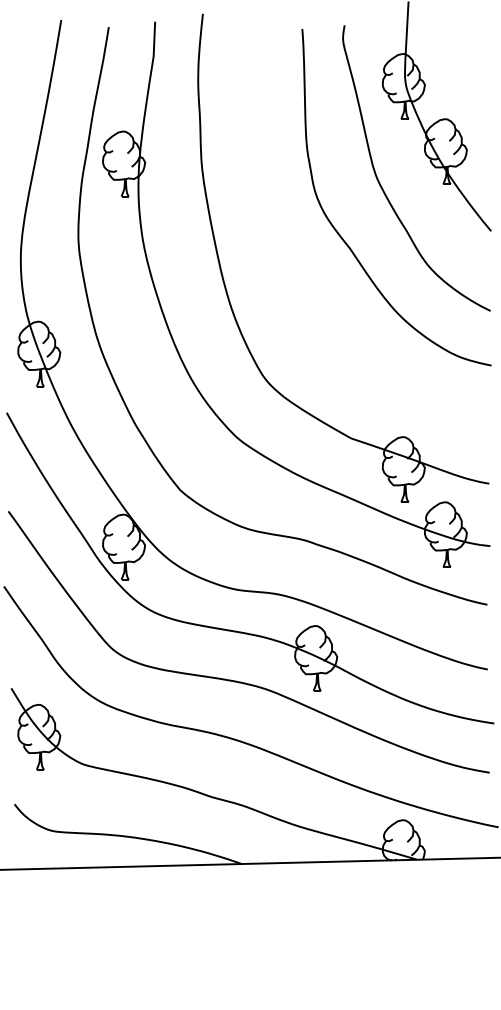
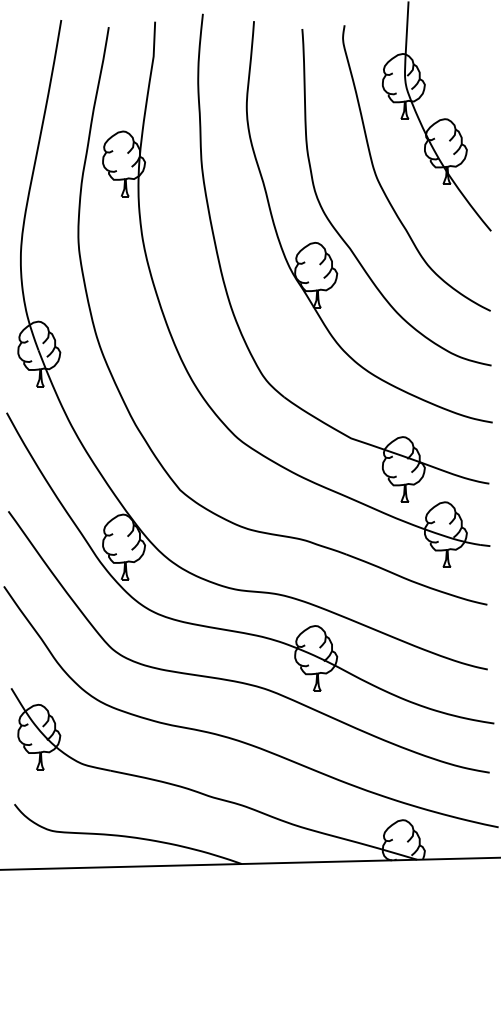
part at (325, 248): none -> present
